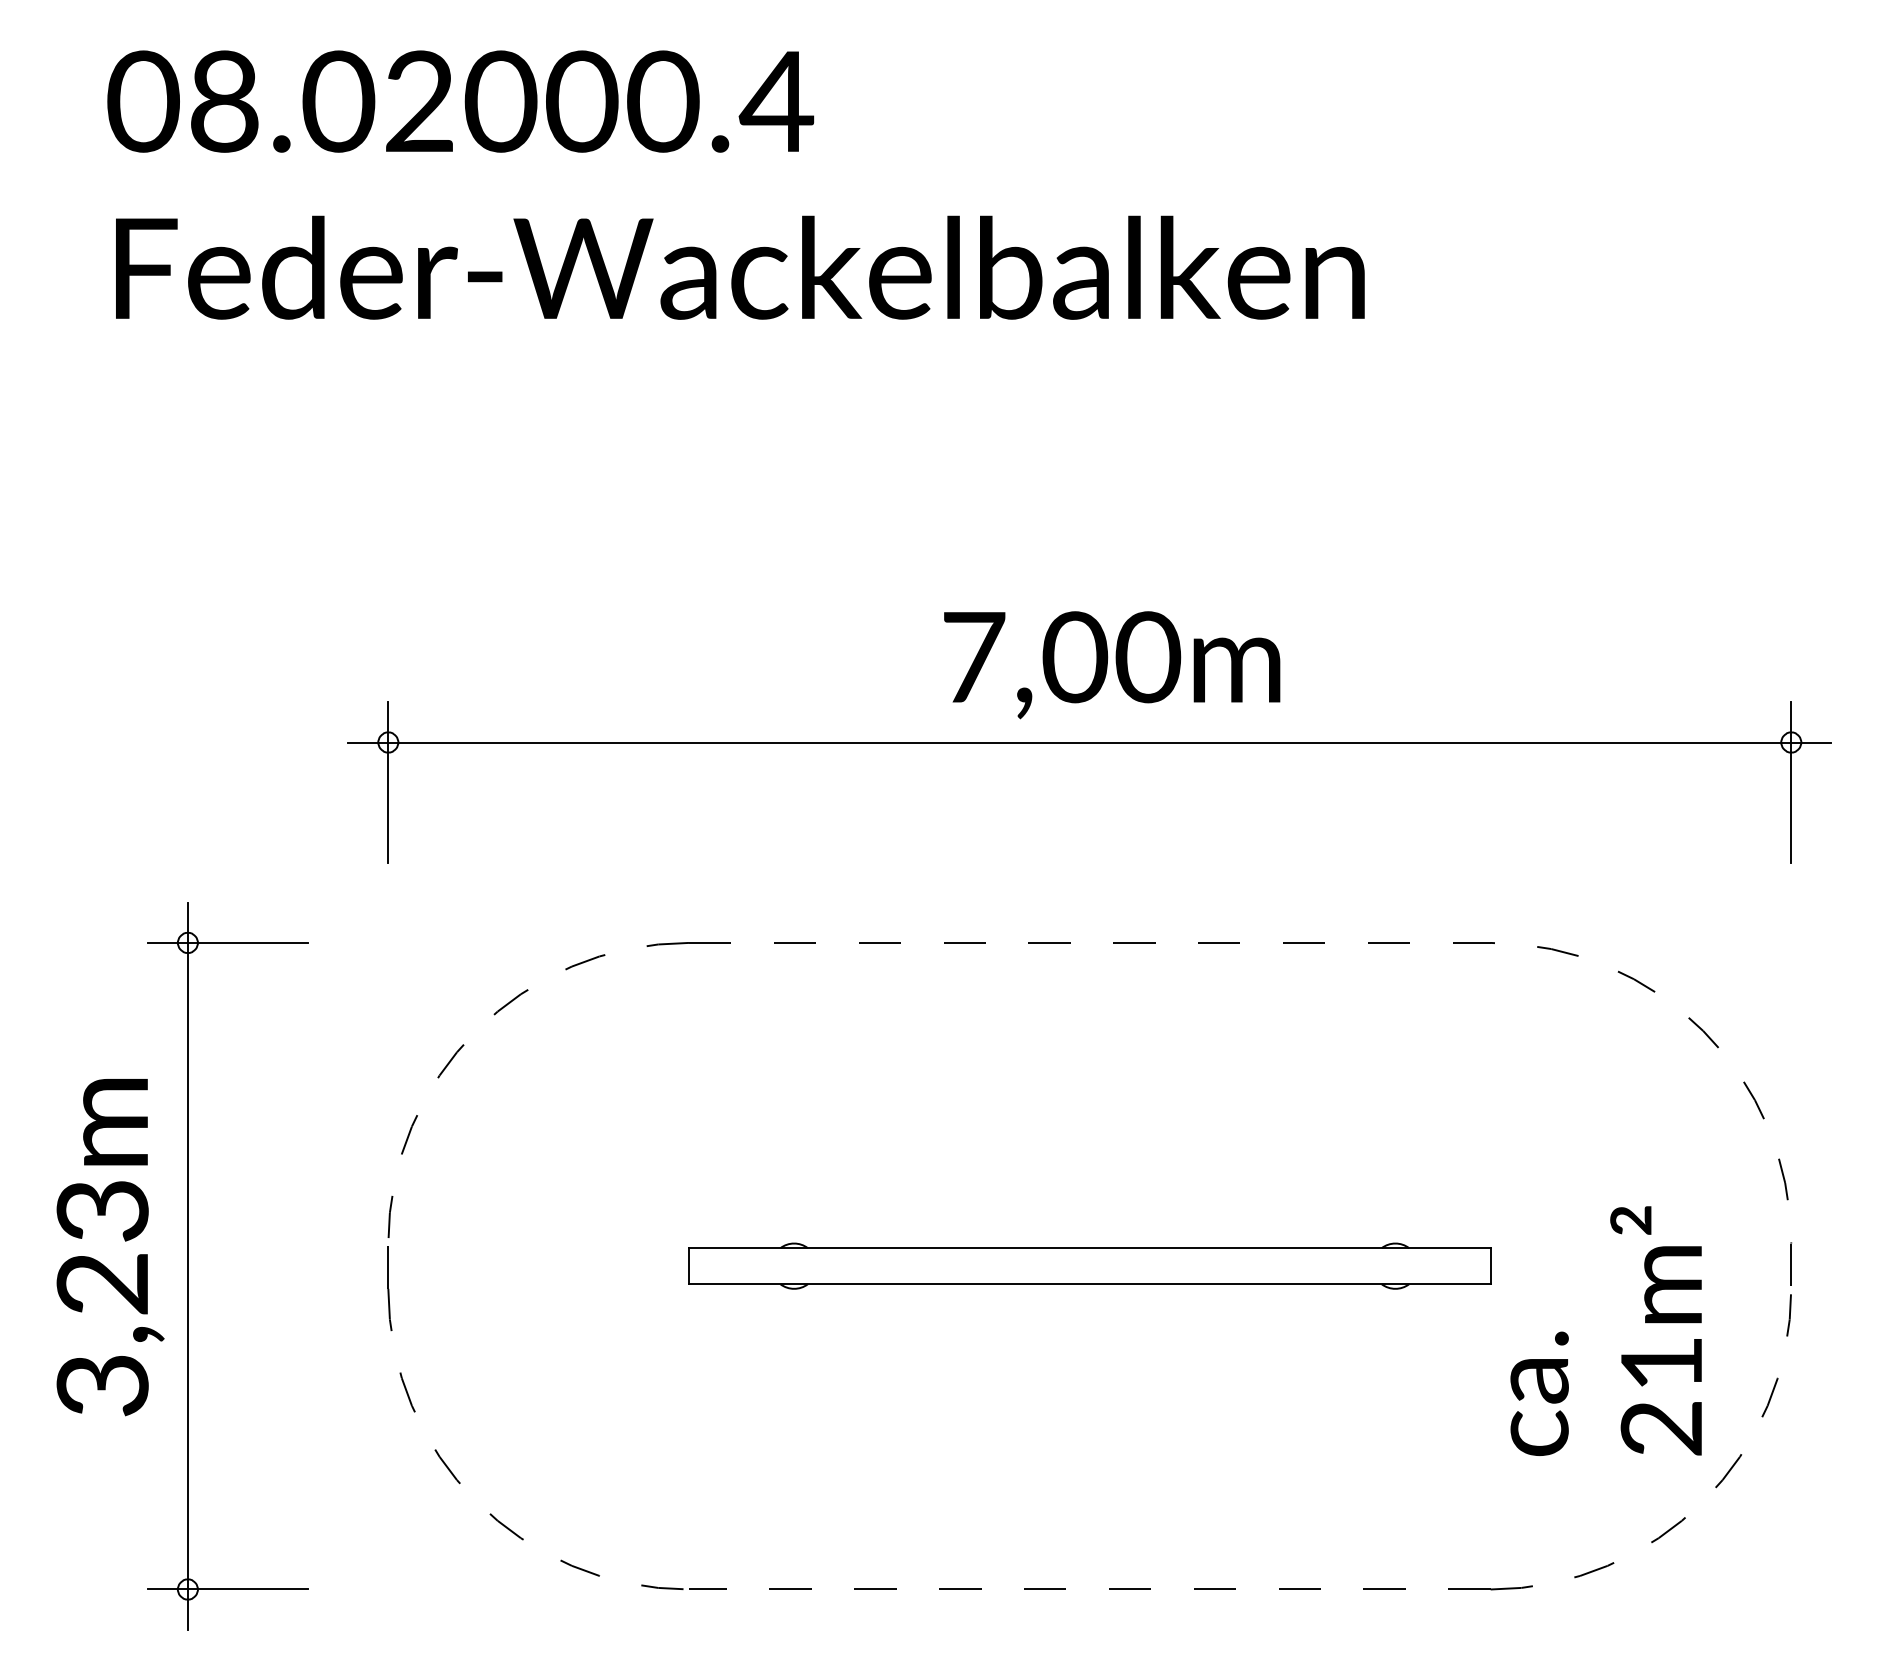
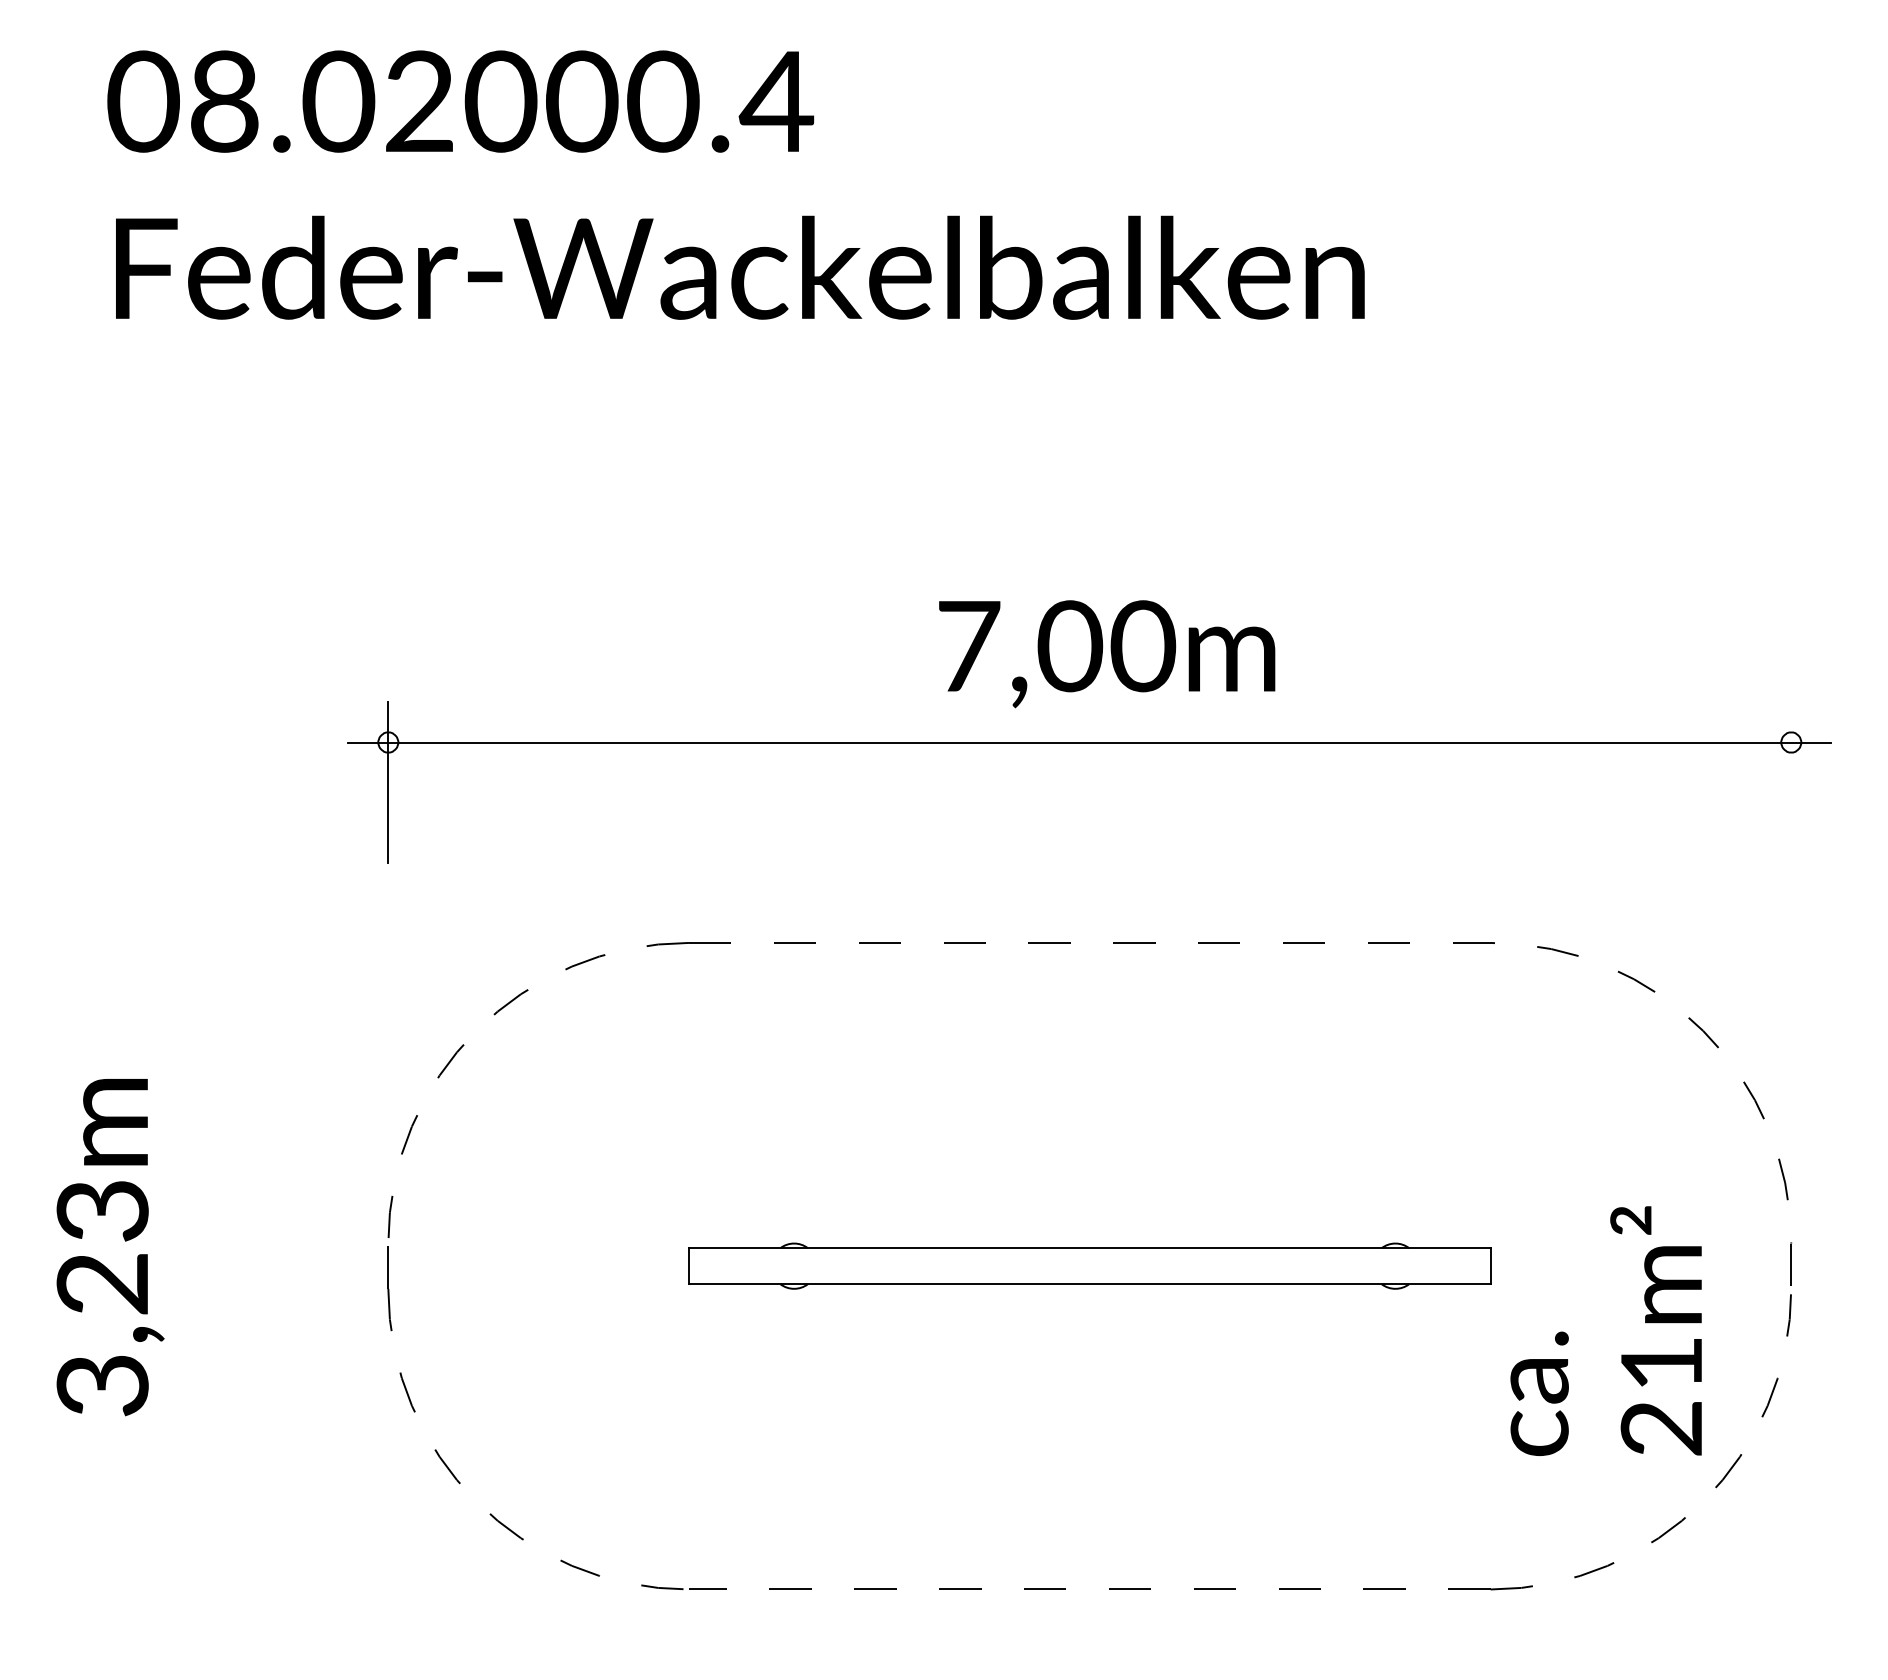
text at (1112, 665) position: (1112, 665) -> (1107, 654)
line at (1791, 782): present -> none
part at (188, 1266): present -> none
